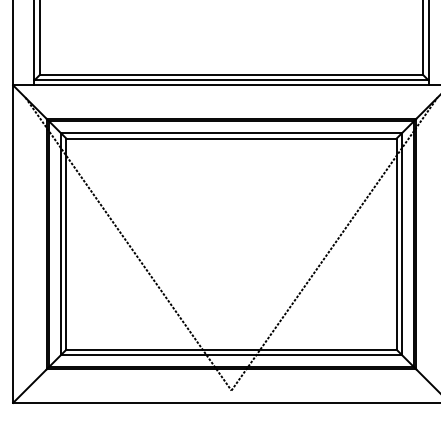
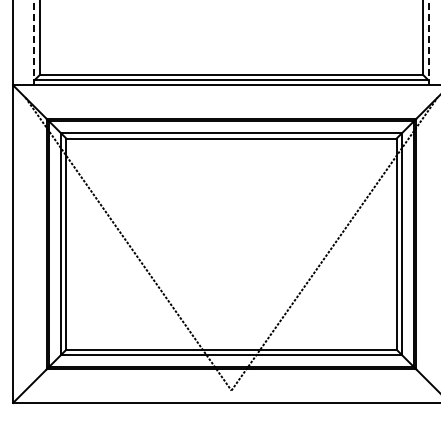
line at (34, 43): solid -> dashed
line at (428, 43): solid -> dashed
